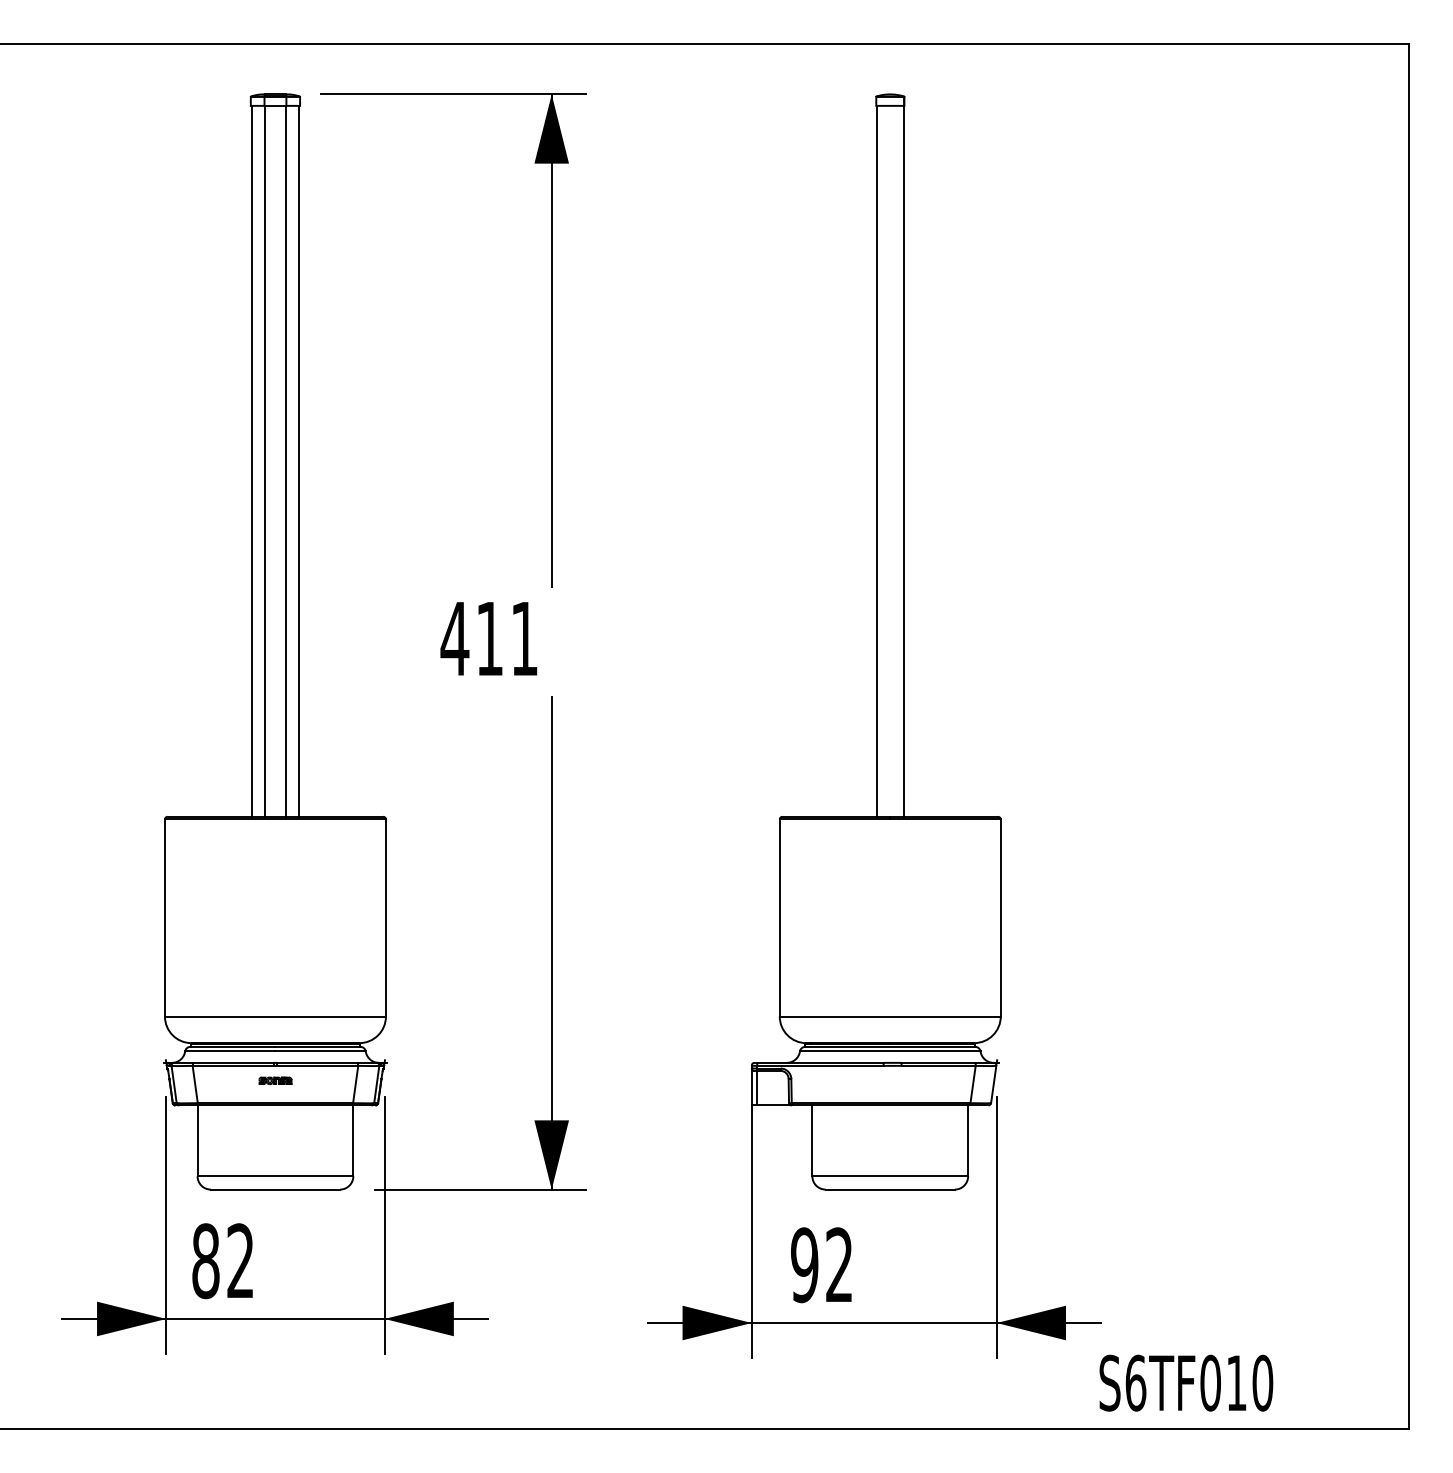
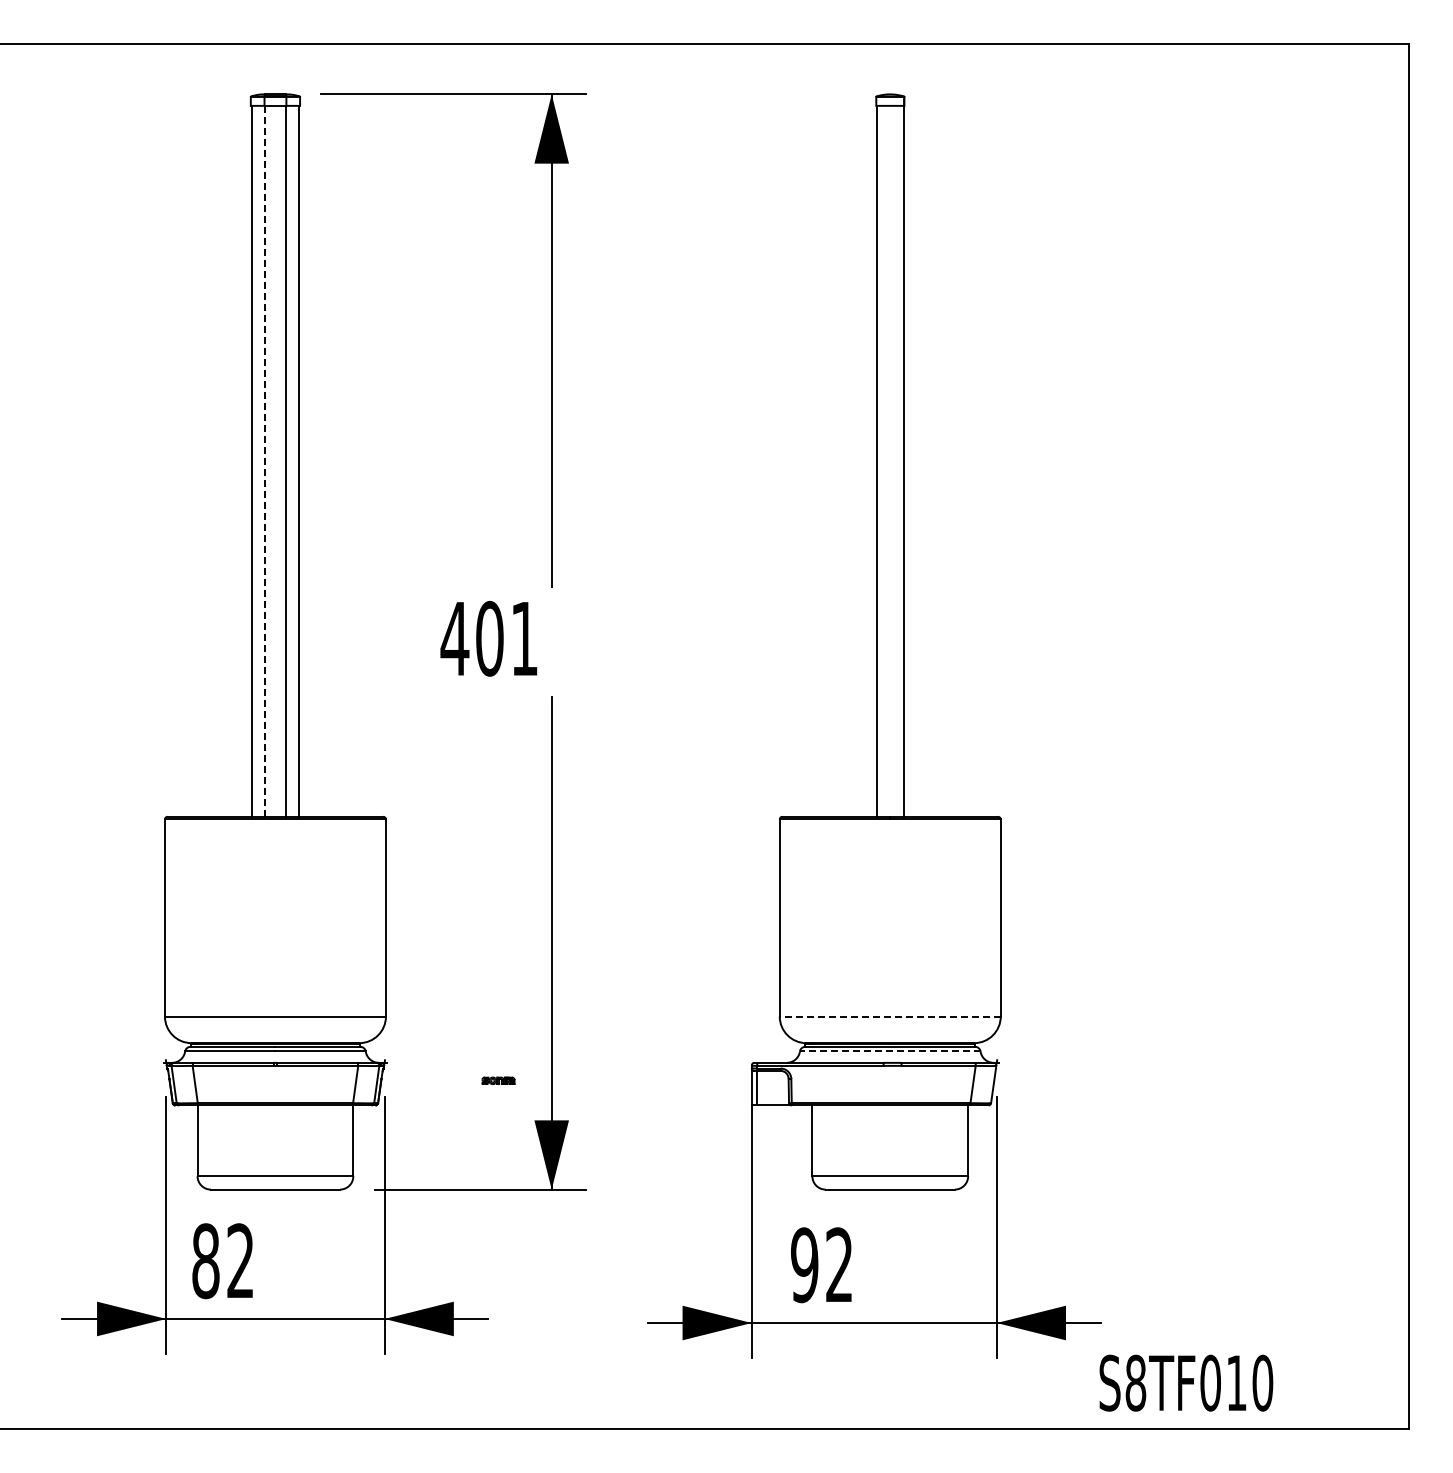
line at (264, 460): solid -> dashed
text at (489, 638): 411 -> 401
line at (890, 1016): solid -> dashed
line at (889, 1051): solid -> dashed
part at (275, 1080) position: (275, 1080) -> (498, 1080)
text at (1135, 1382): S6TF010 -> S8TF010
